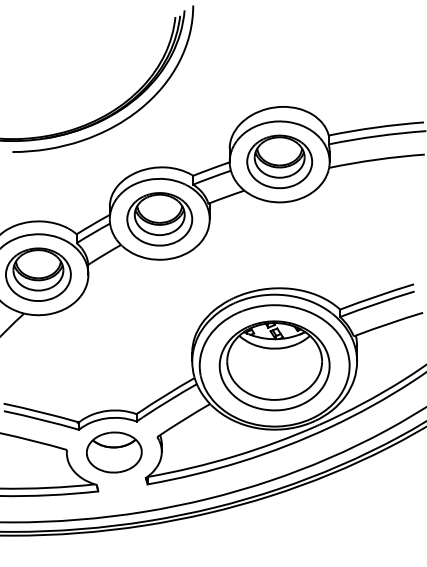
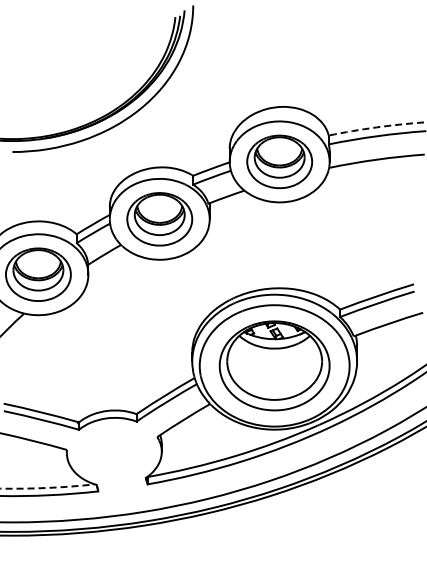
arc at (376, 127): solid -> dashed
part at (114, 452): present -> none
arc at (47, 487): solid -> dashed
